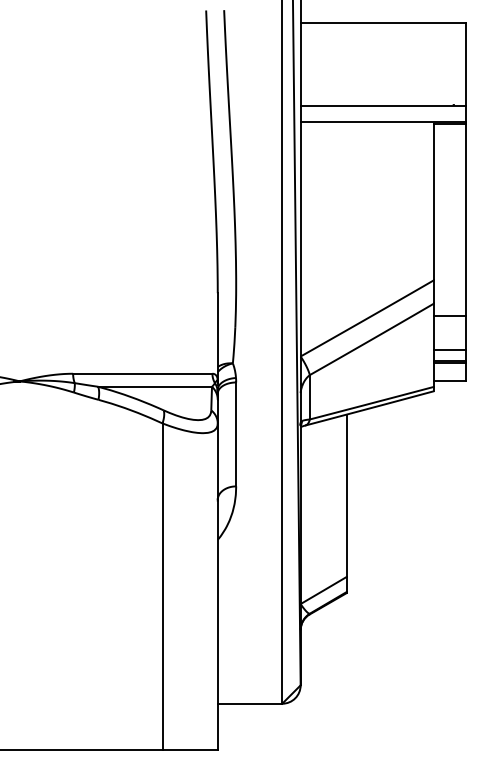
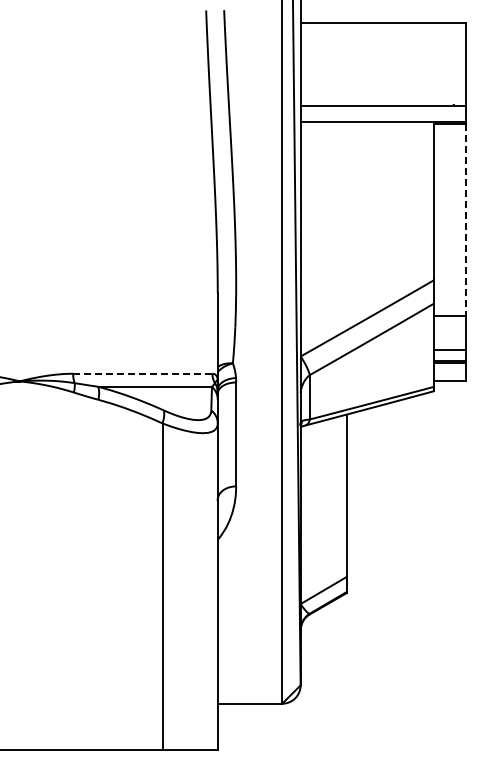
line at (466, 220): solid -> dashed
line at (142, 373): solid -> dashed
